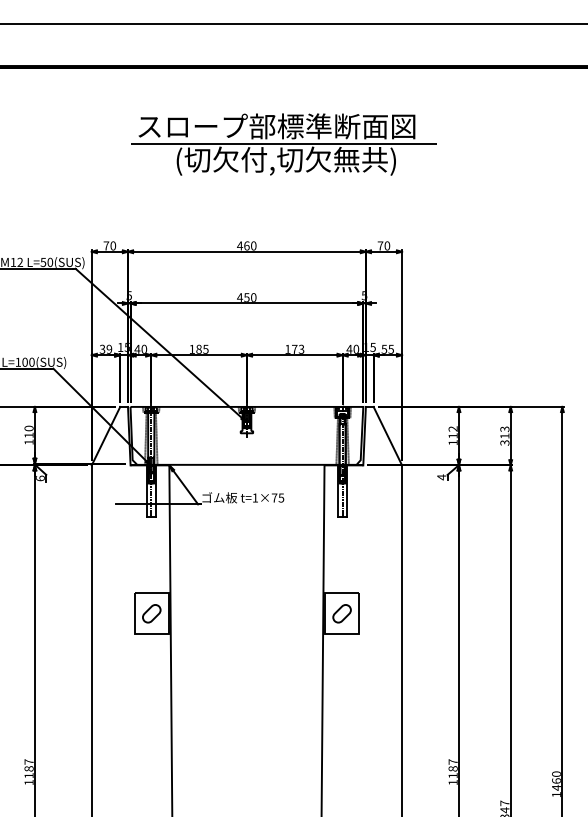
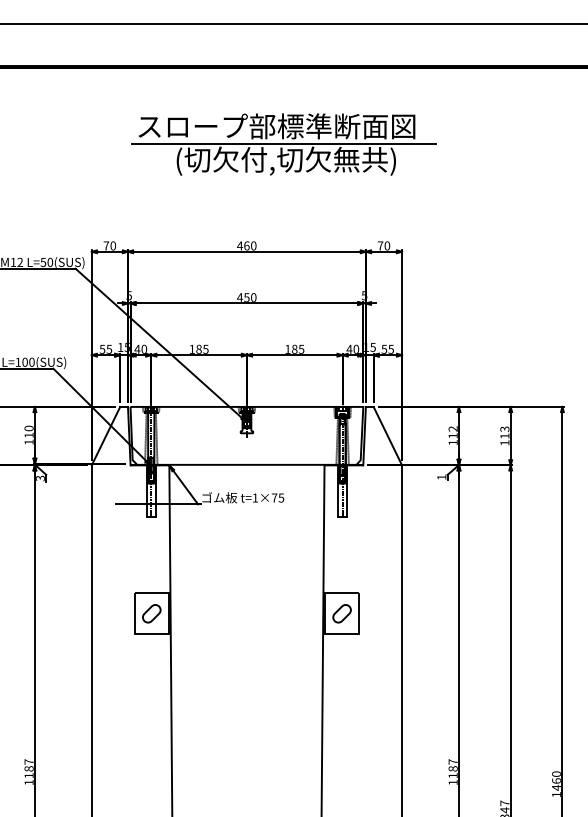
text at (106, 348): 39 -> 55
text at (298, 348): 173 -> 185
text at (504, 442): 313 -> 113
text at (441, 477): 4 -> 1
text at (40, 478): 6 -> 3
